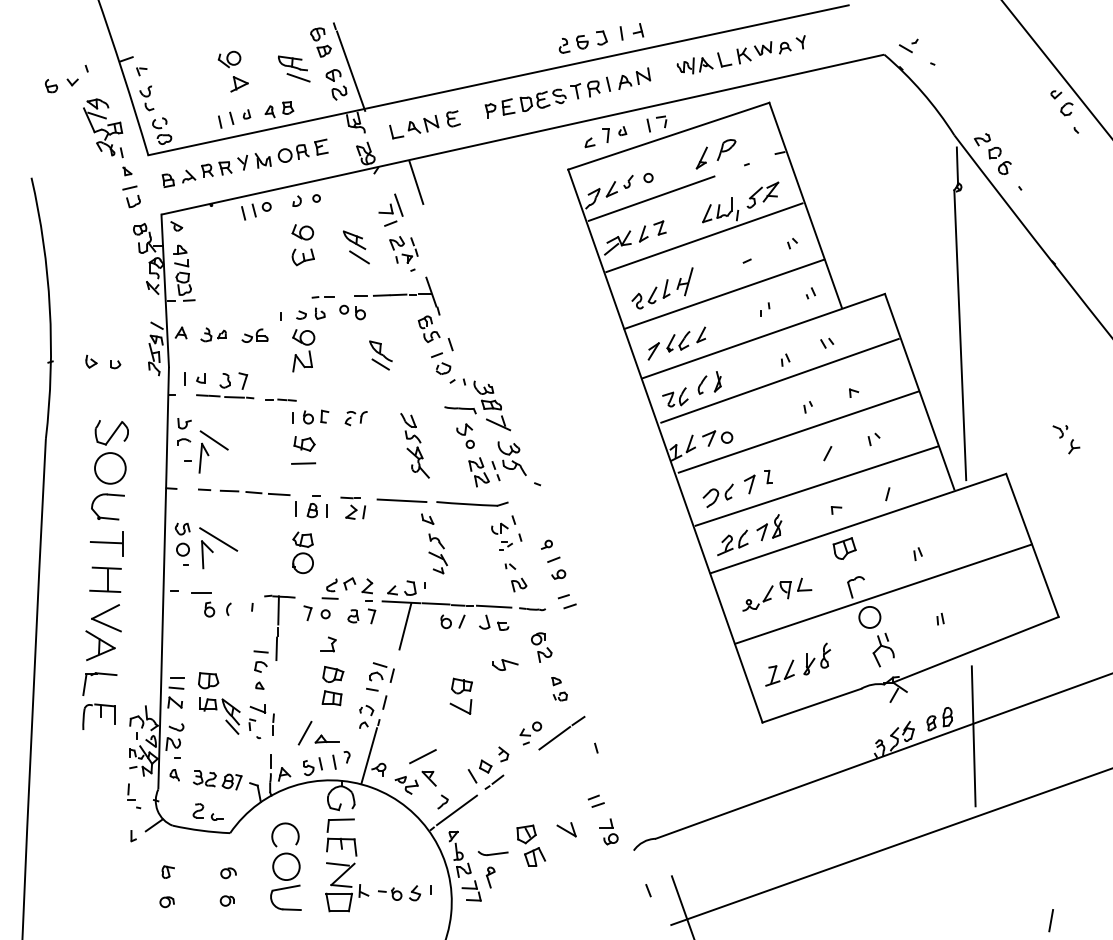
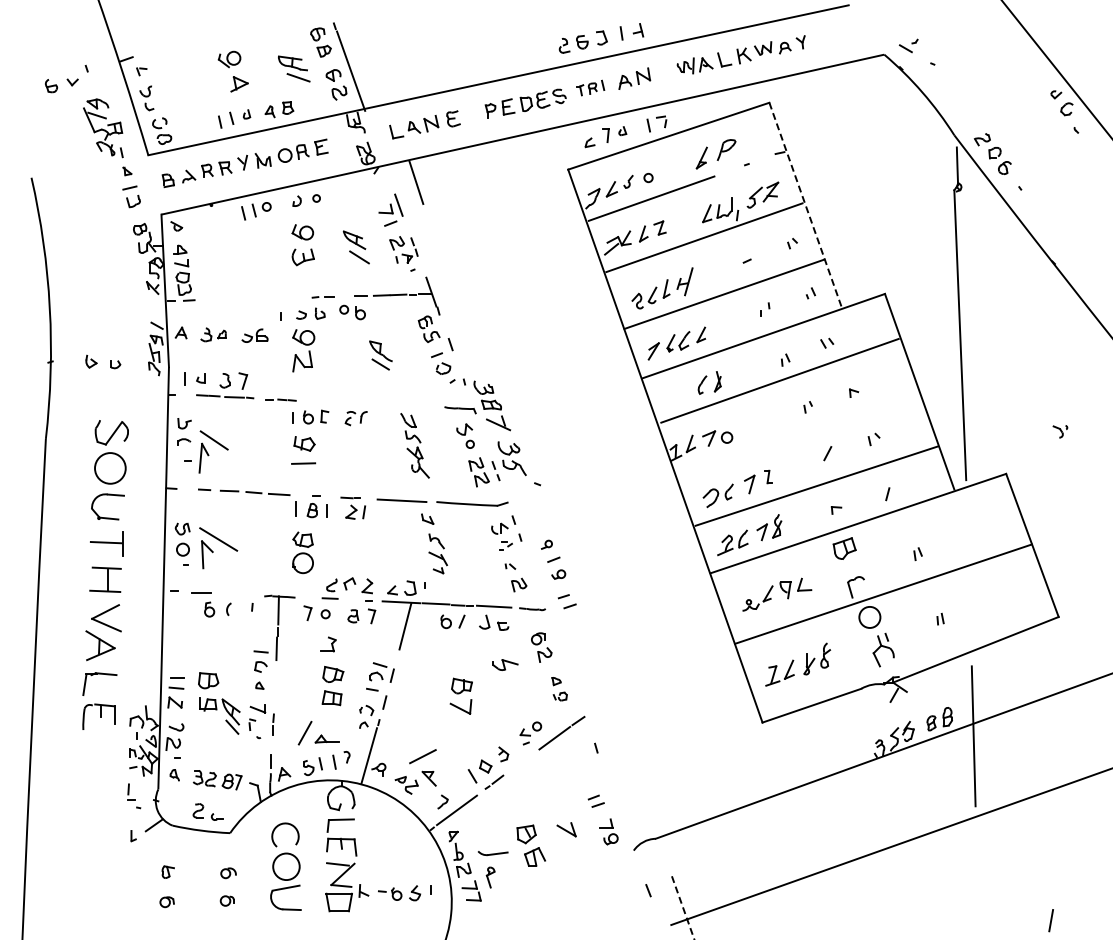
part at (590, 87) size: 41x24 px -> 30x18 px
line at (805, 205): solid -> dashed
part at (675, 397): present -> none
line at (798, 431): present -> none
part at (1074, 446): present -> none
line at (683, 908): solid -> dashed
